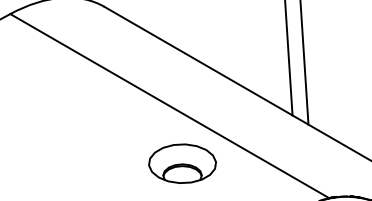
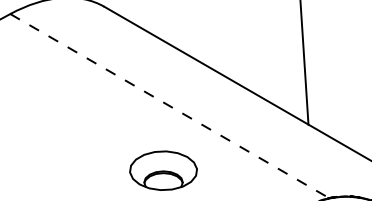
line at (288, 58): present -> none
line at (170, 106): solid -> dashed
part at (182, 163) position: (182, 163) -> (163, 170)
